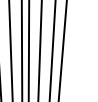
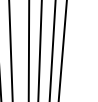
line at (21, 50): present -> none
